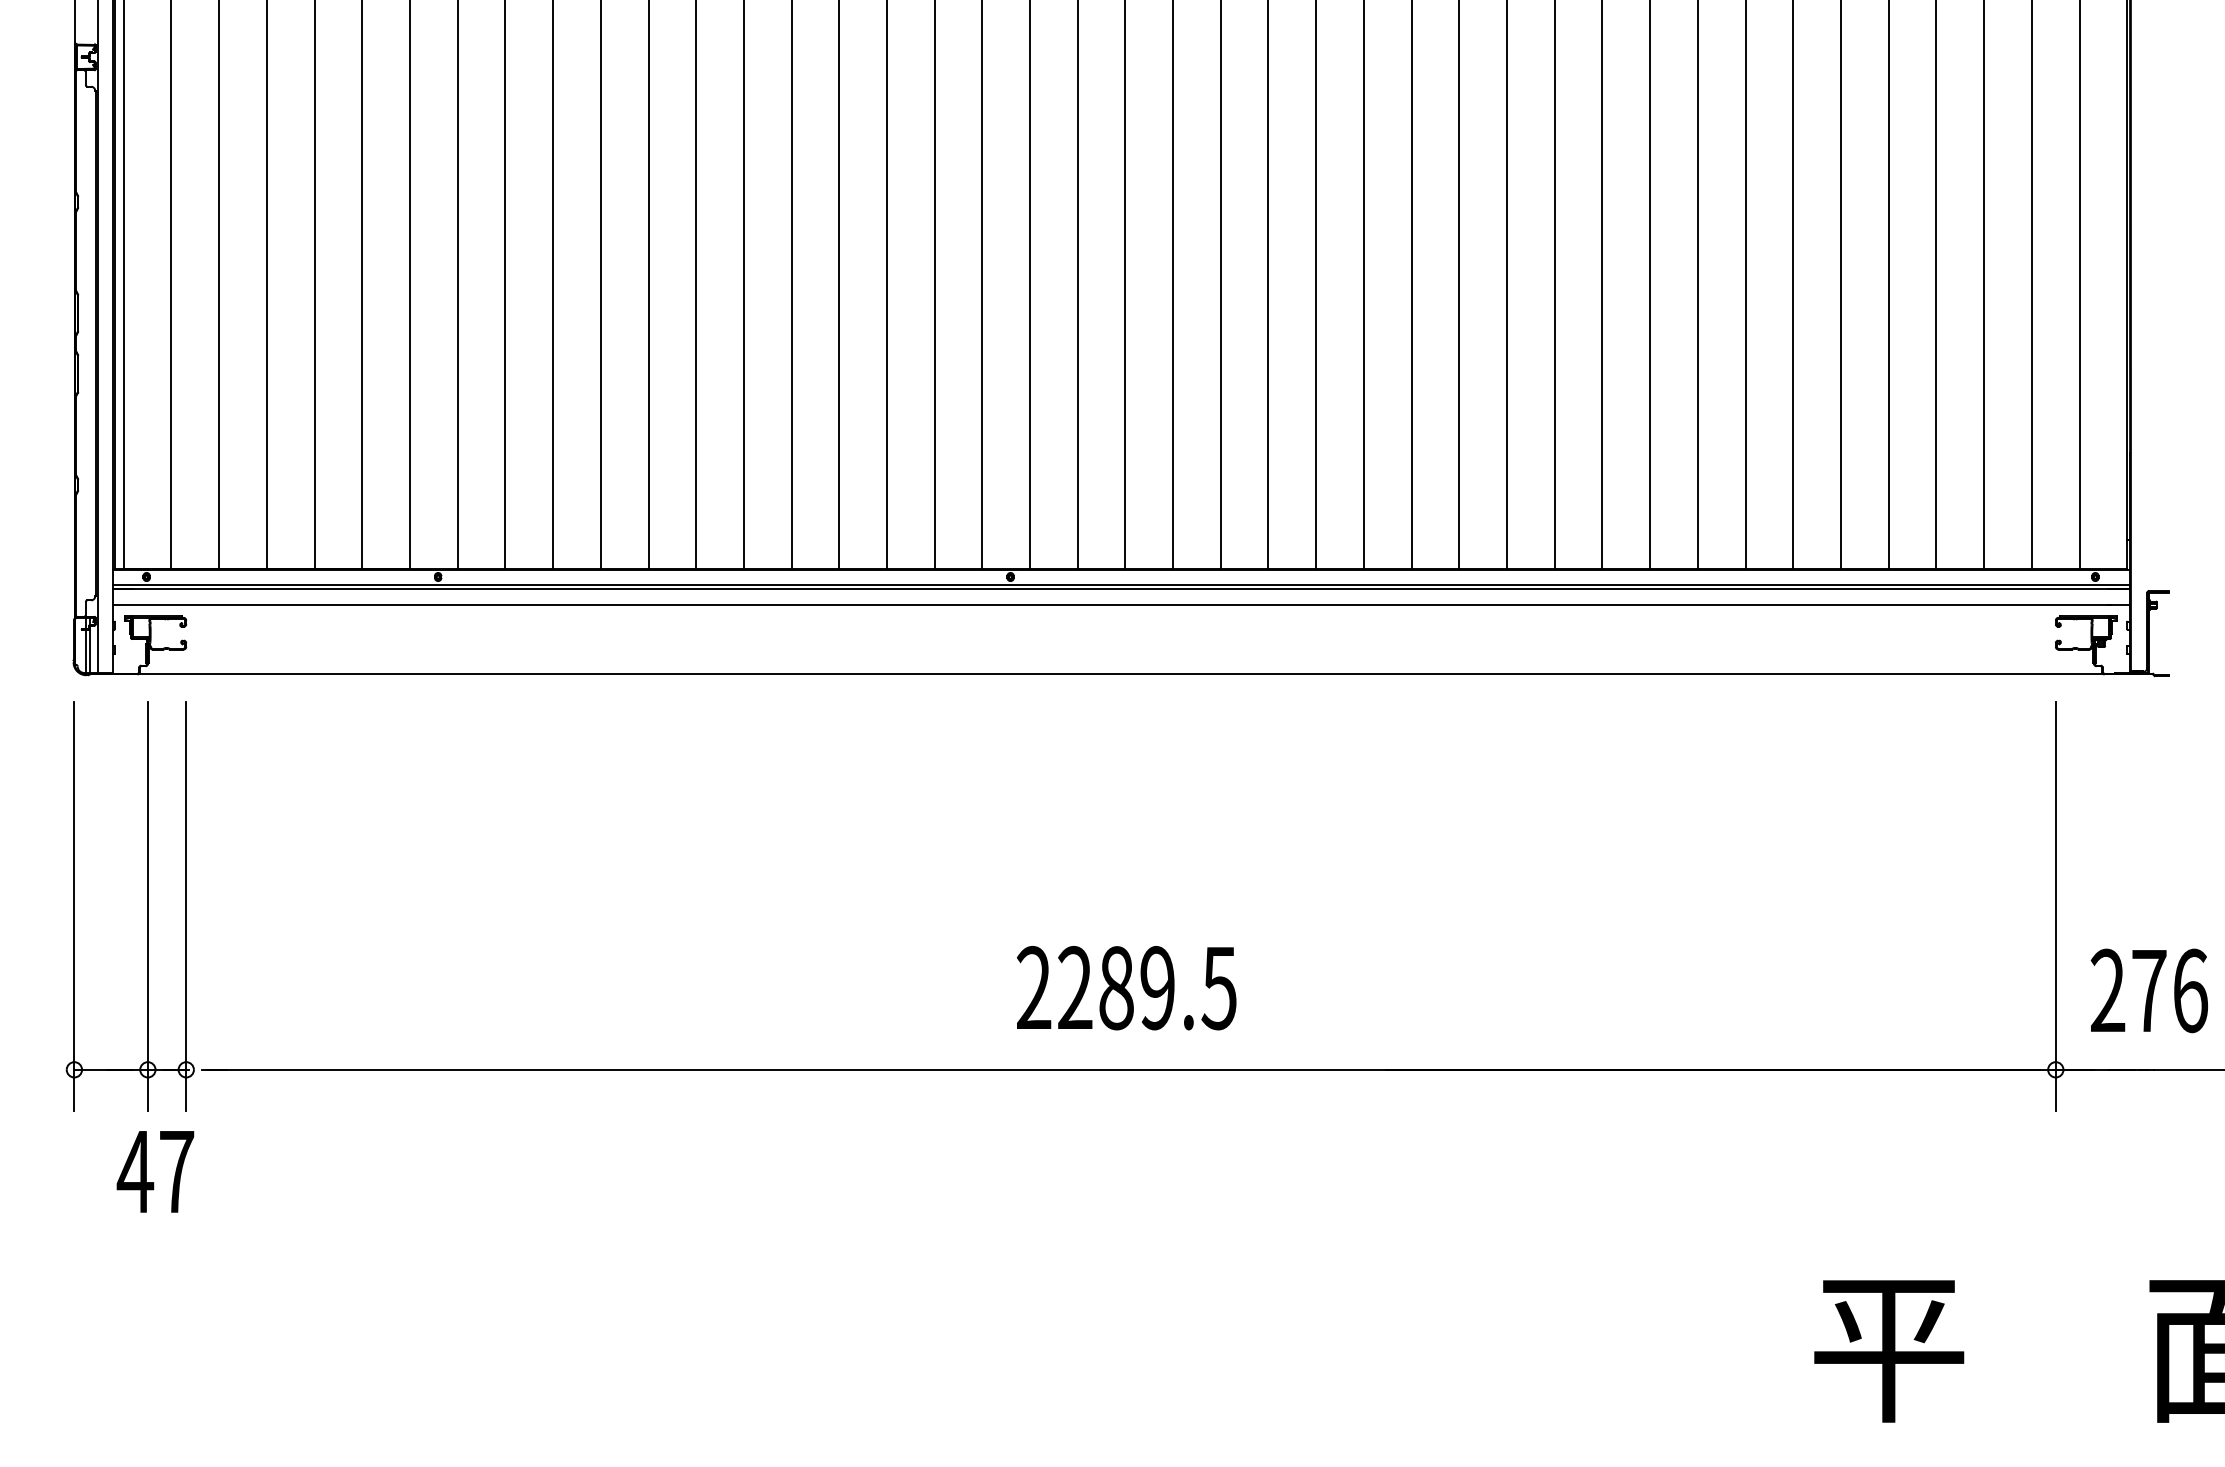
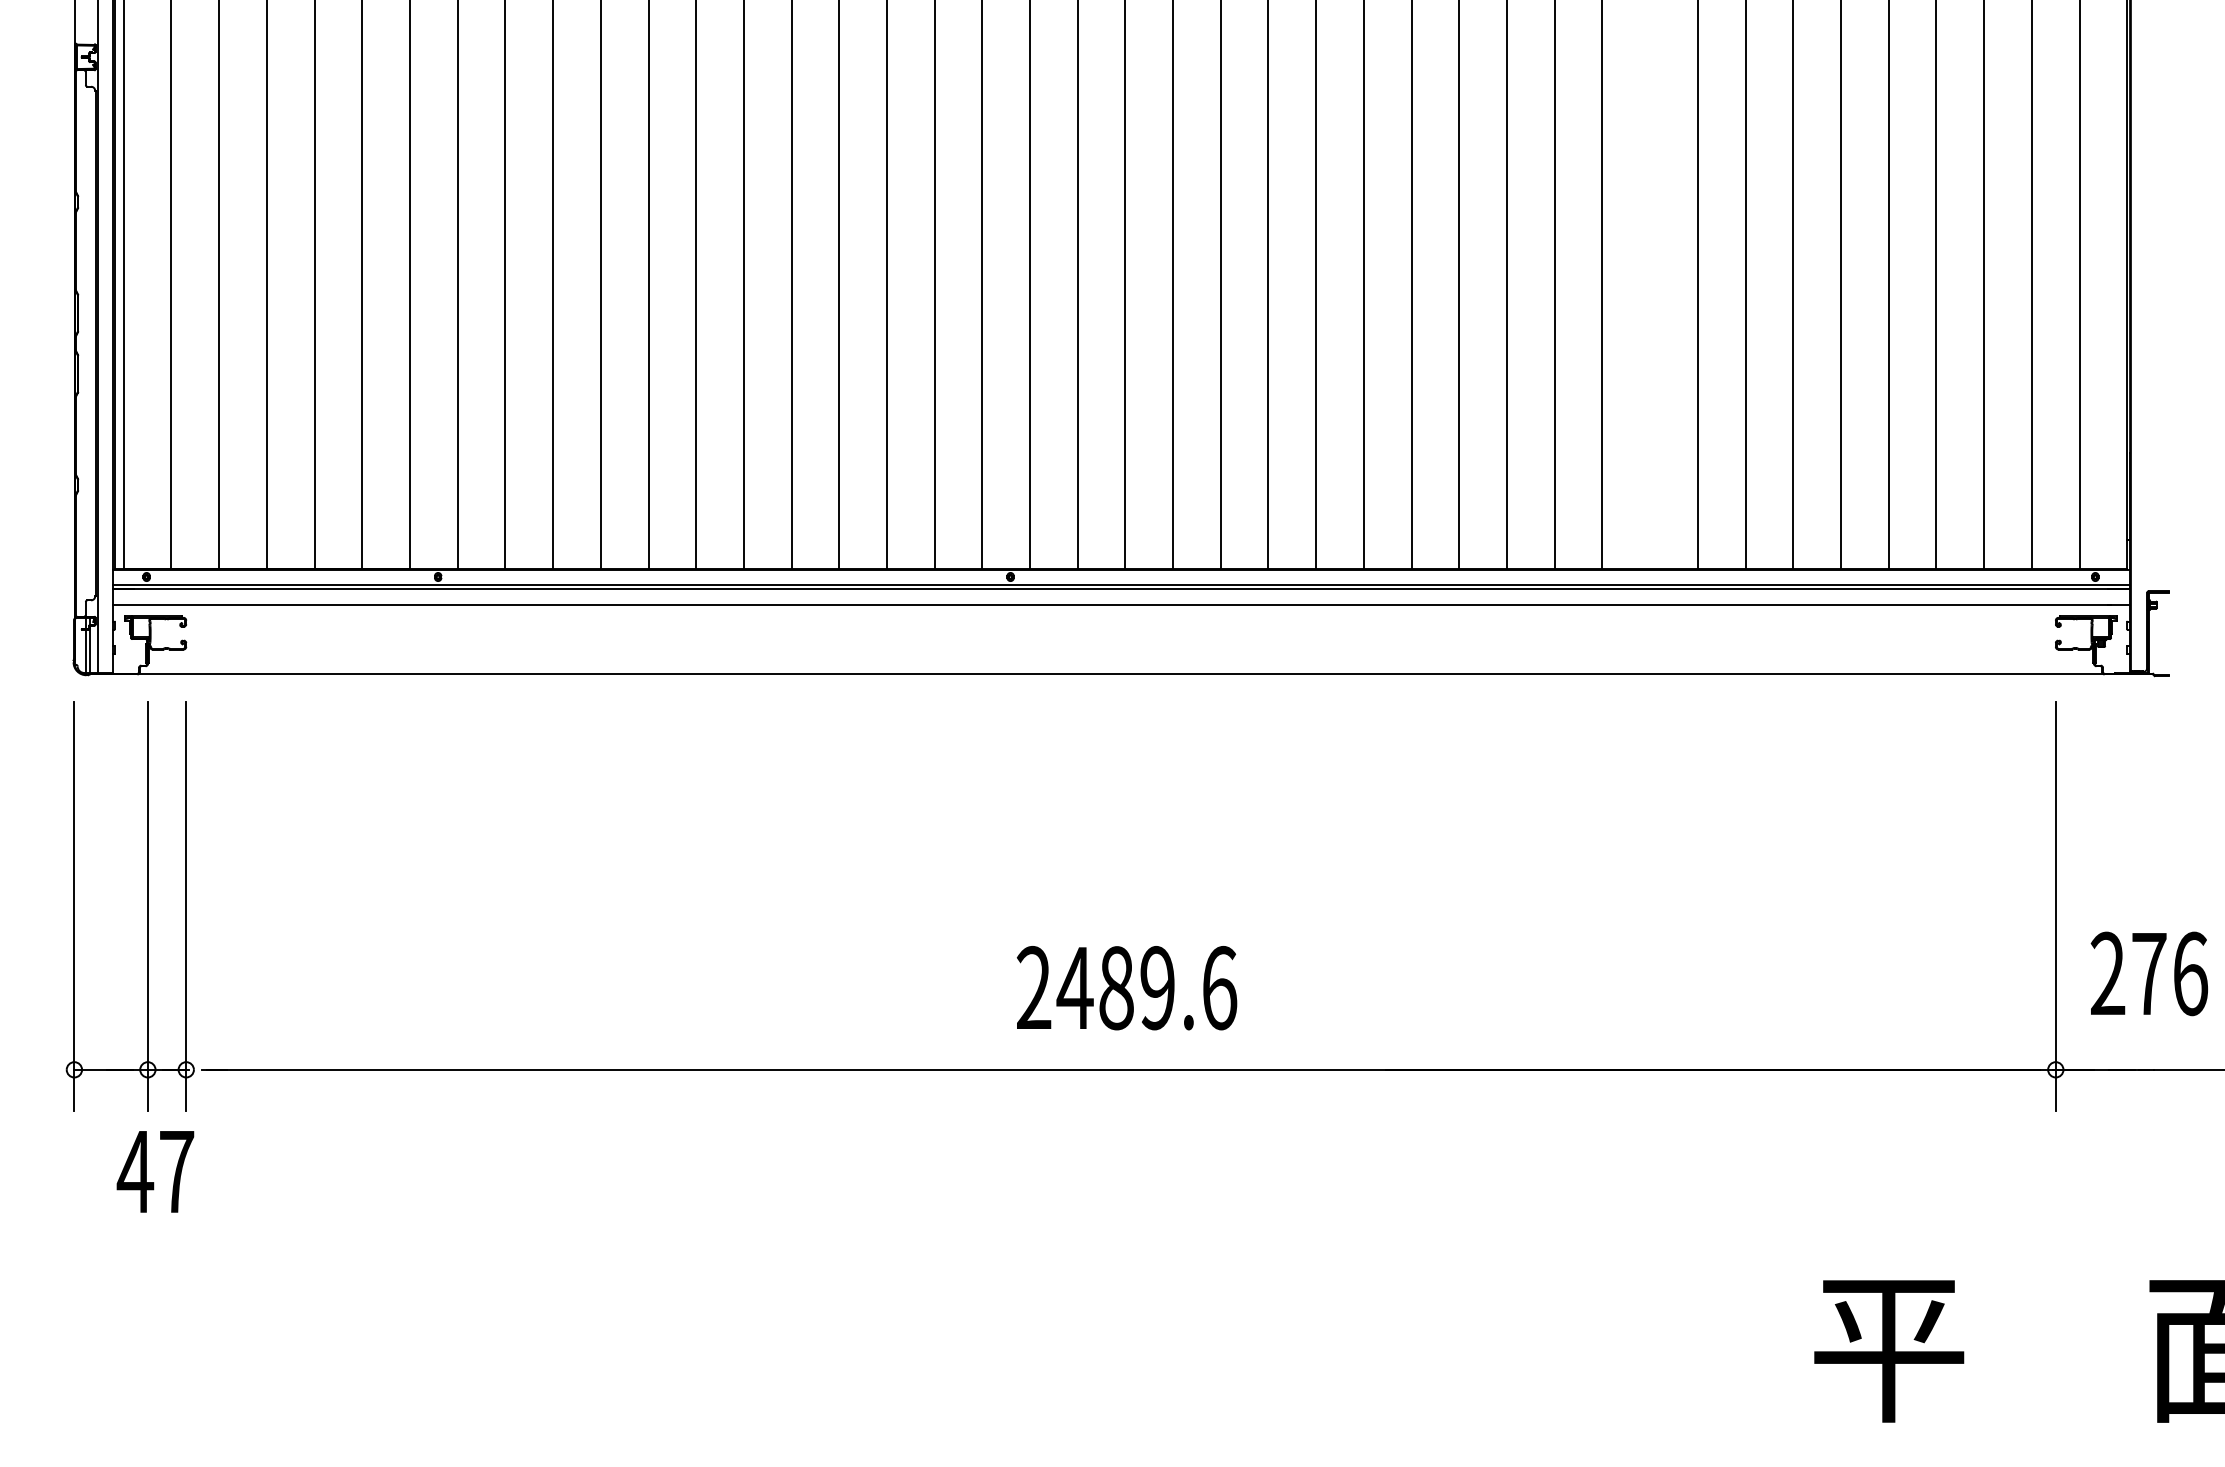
line at (1650, 285): present -> none
text at (1146, 988): 2289.5 -> 2489.6
text at (2148, 990) position: (2148, 990) -> (2148, 973)
